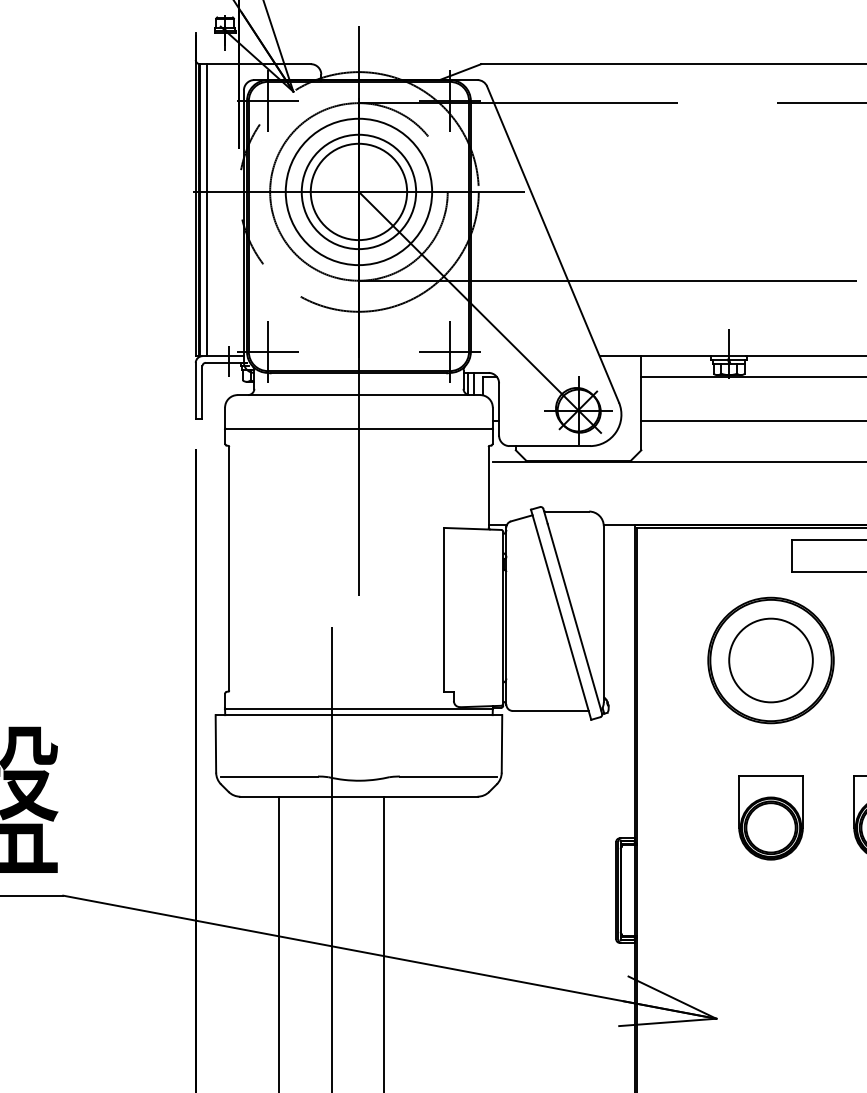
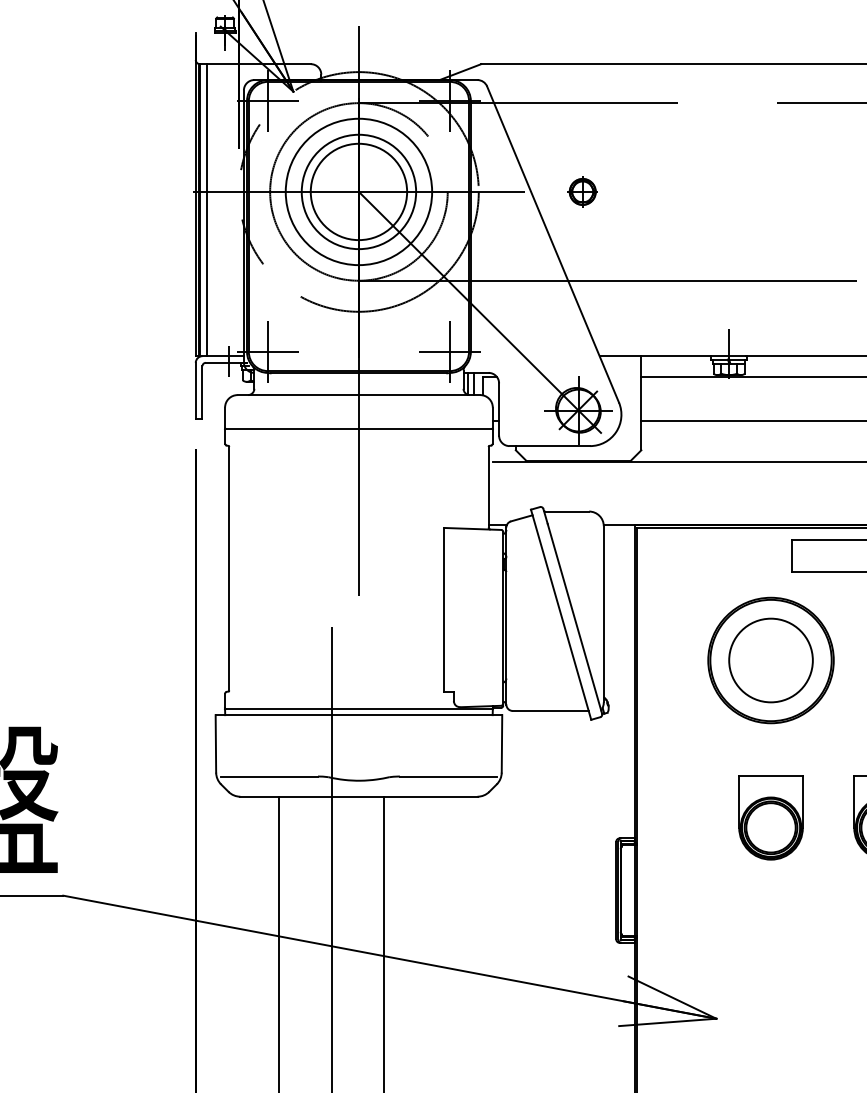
part at (582, 191): none -> present
